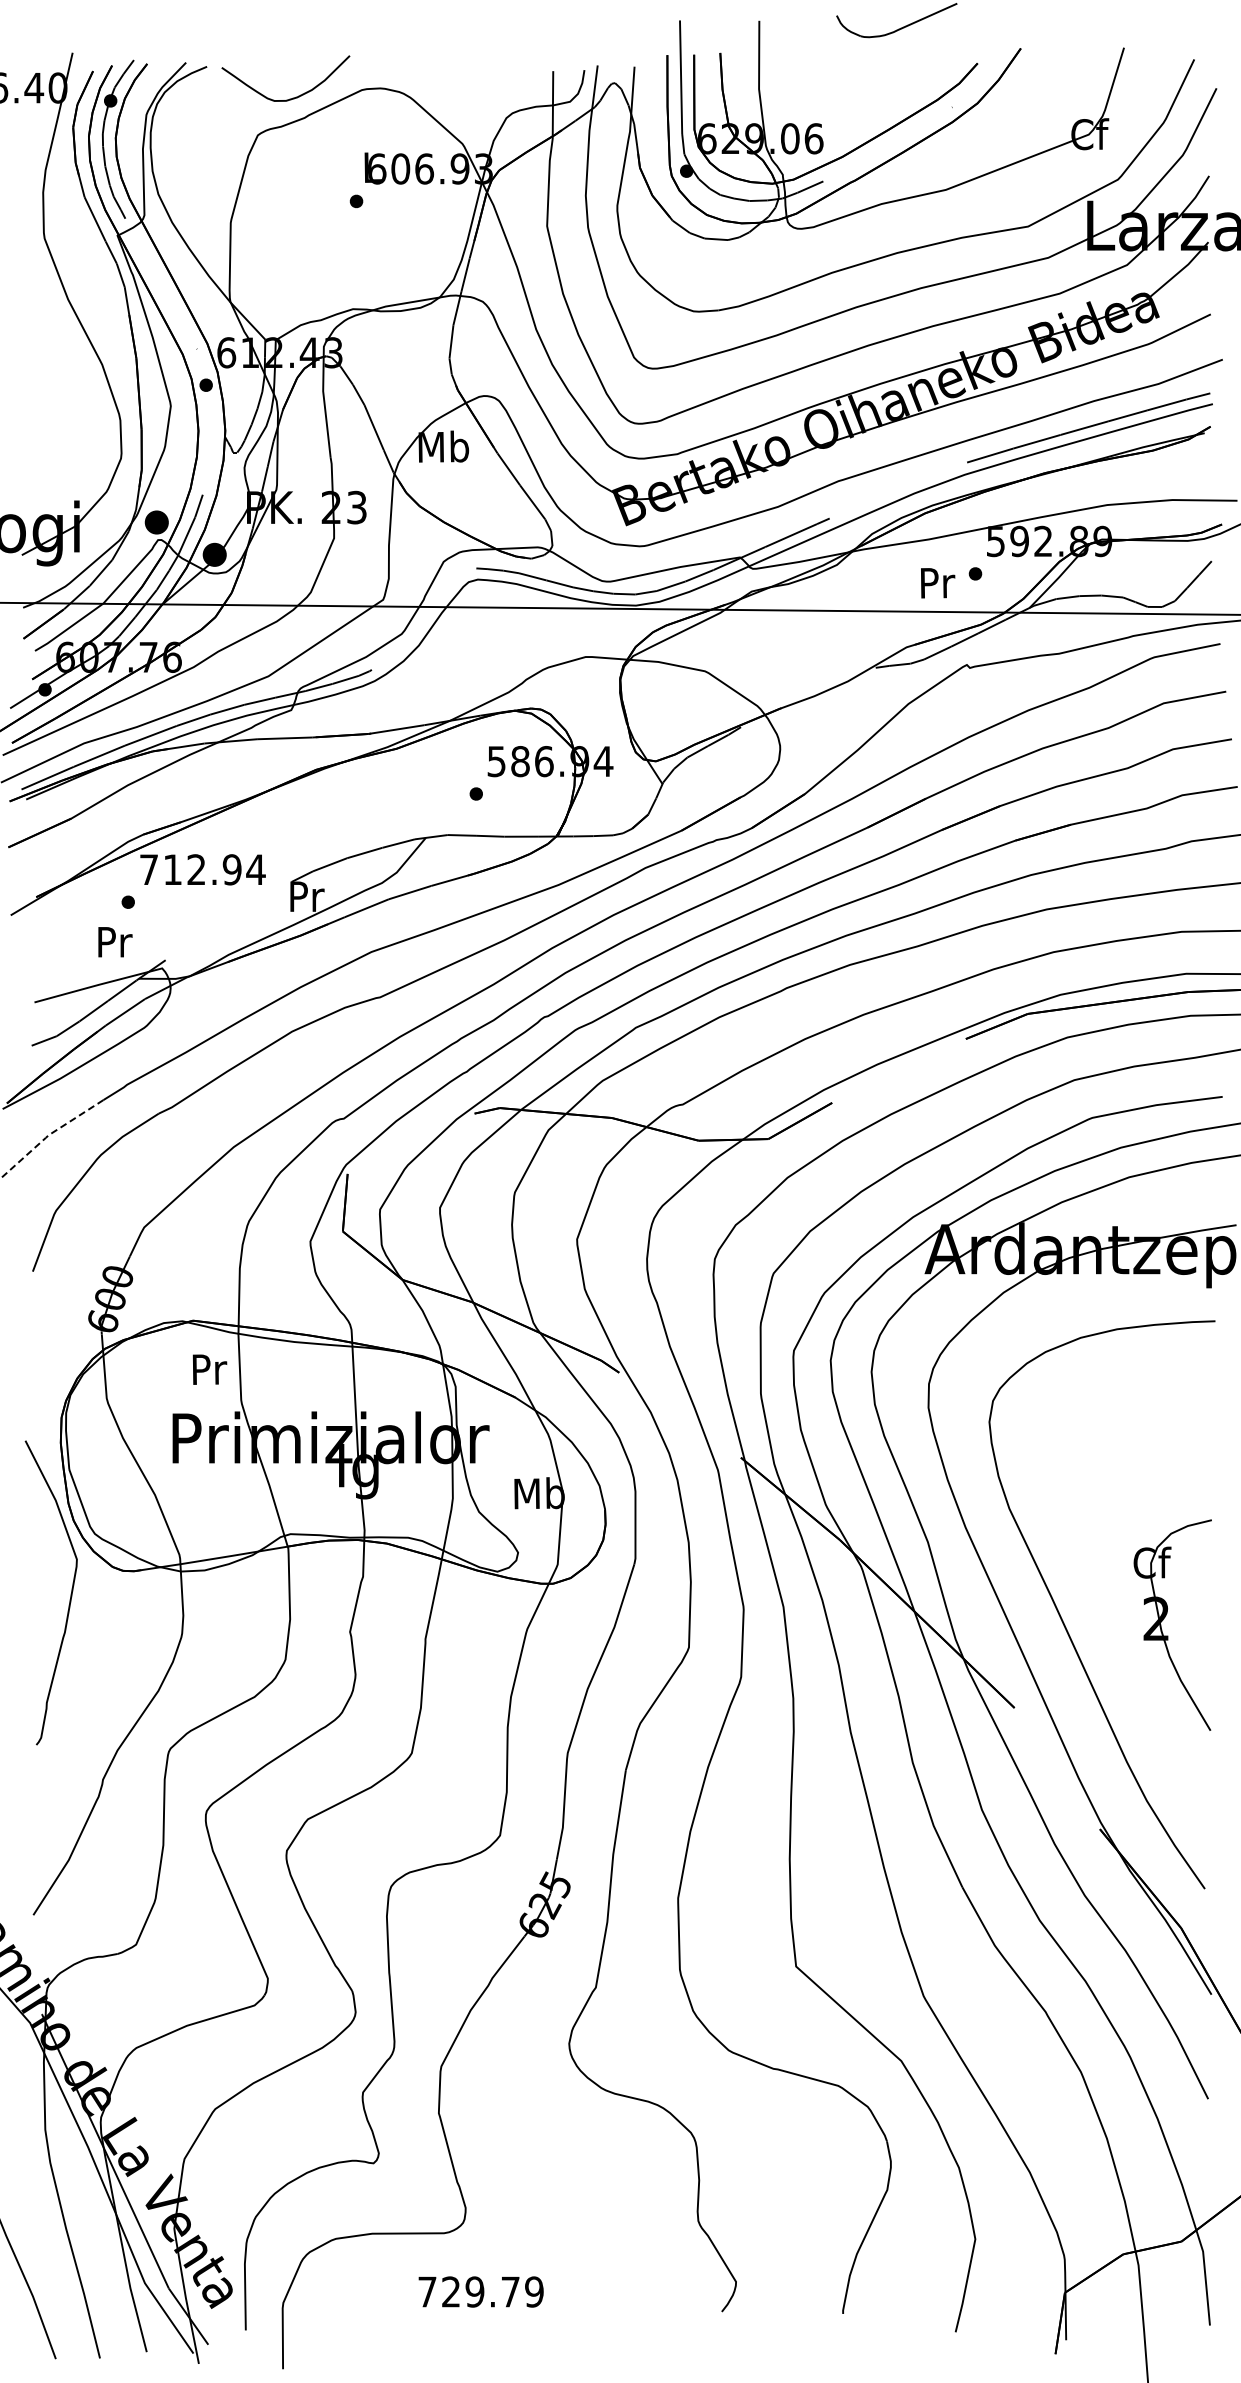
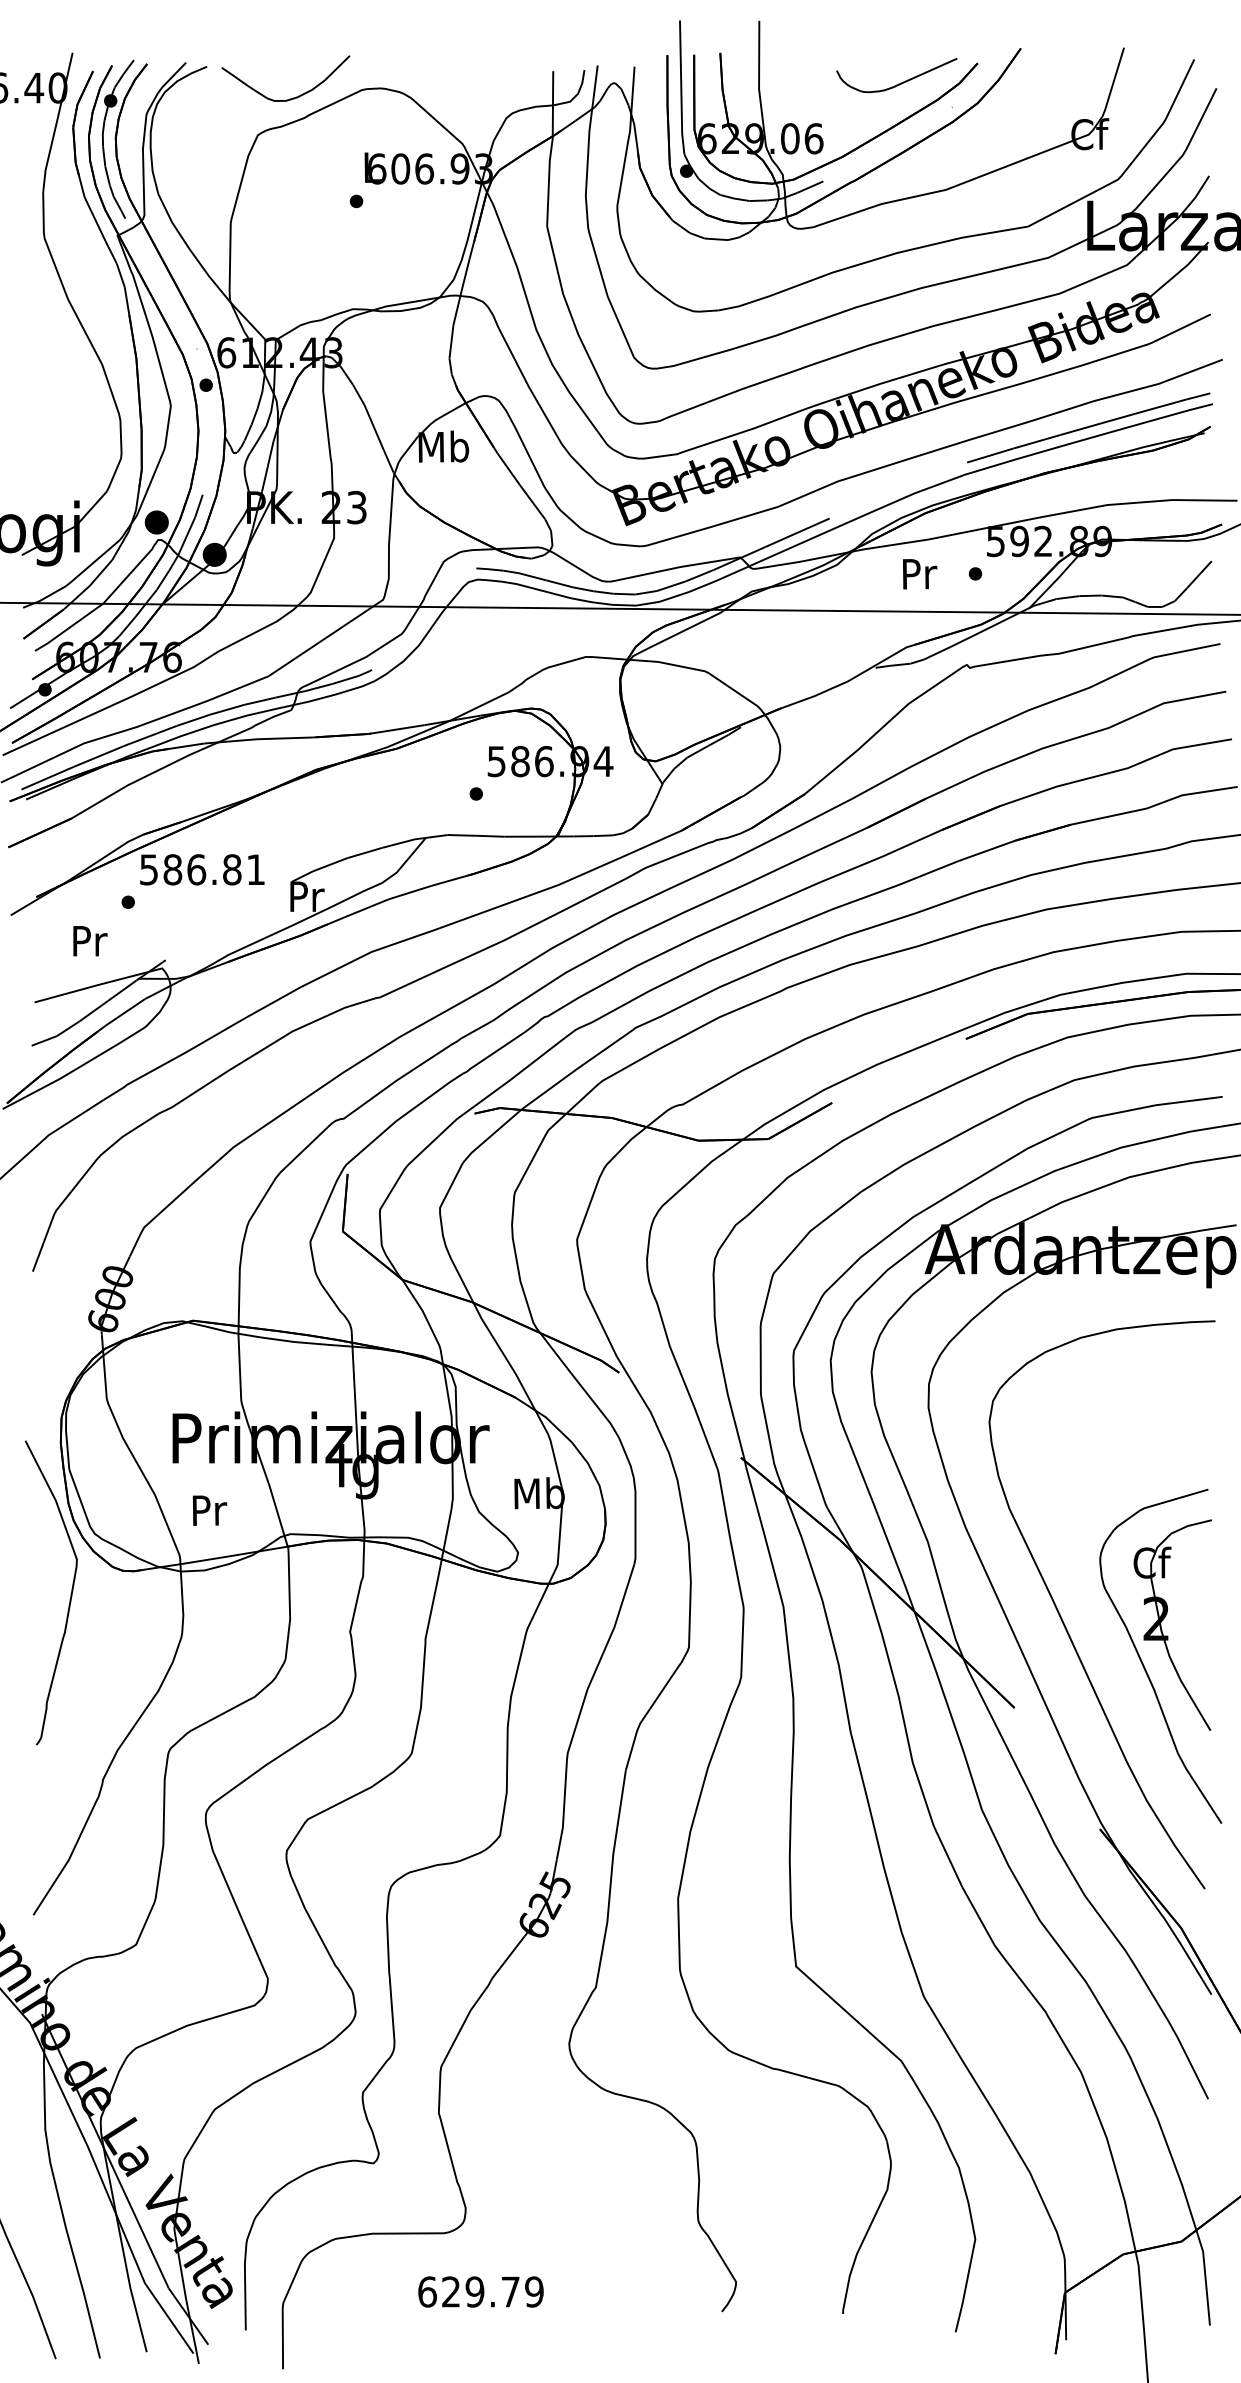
part at (900, 27) position: (900, 27) -> (900, 82)
text at (938, 583) position: (938, 583) -> (920, 574)
text at (202, 869): 712.94 -> 586.81
text at (115, 942) position: (115, 942) -> (90, 941)
line at (48, 1135): dashed -> solid
text at (209, 1369) position: (209, 1369) -> (209, 1510)
curve at (1143, 1663): none -> present
text at (427, 2291): 729.79 -> 629.79
